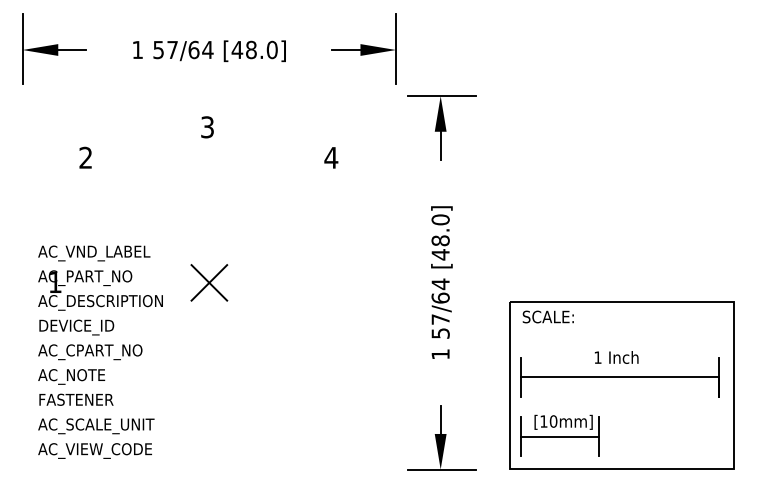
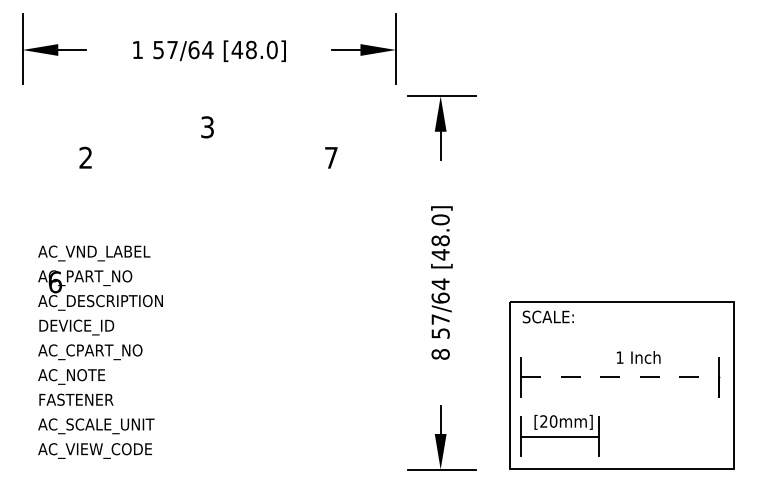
text at (331, 157): 4 -> 7
text at (55, 282): 1 -> 6
part at (209, 282): present -> none
text at (440, 354): 1 -> 8
text at (616, 357) position: (616, 357) -> (638, 357)
line at (620, 377): solid -> dashed
text at (543, 421): [10mm] -> [20mm]
